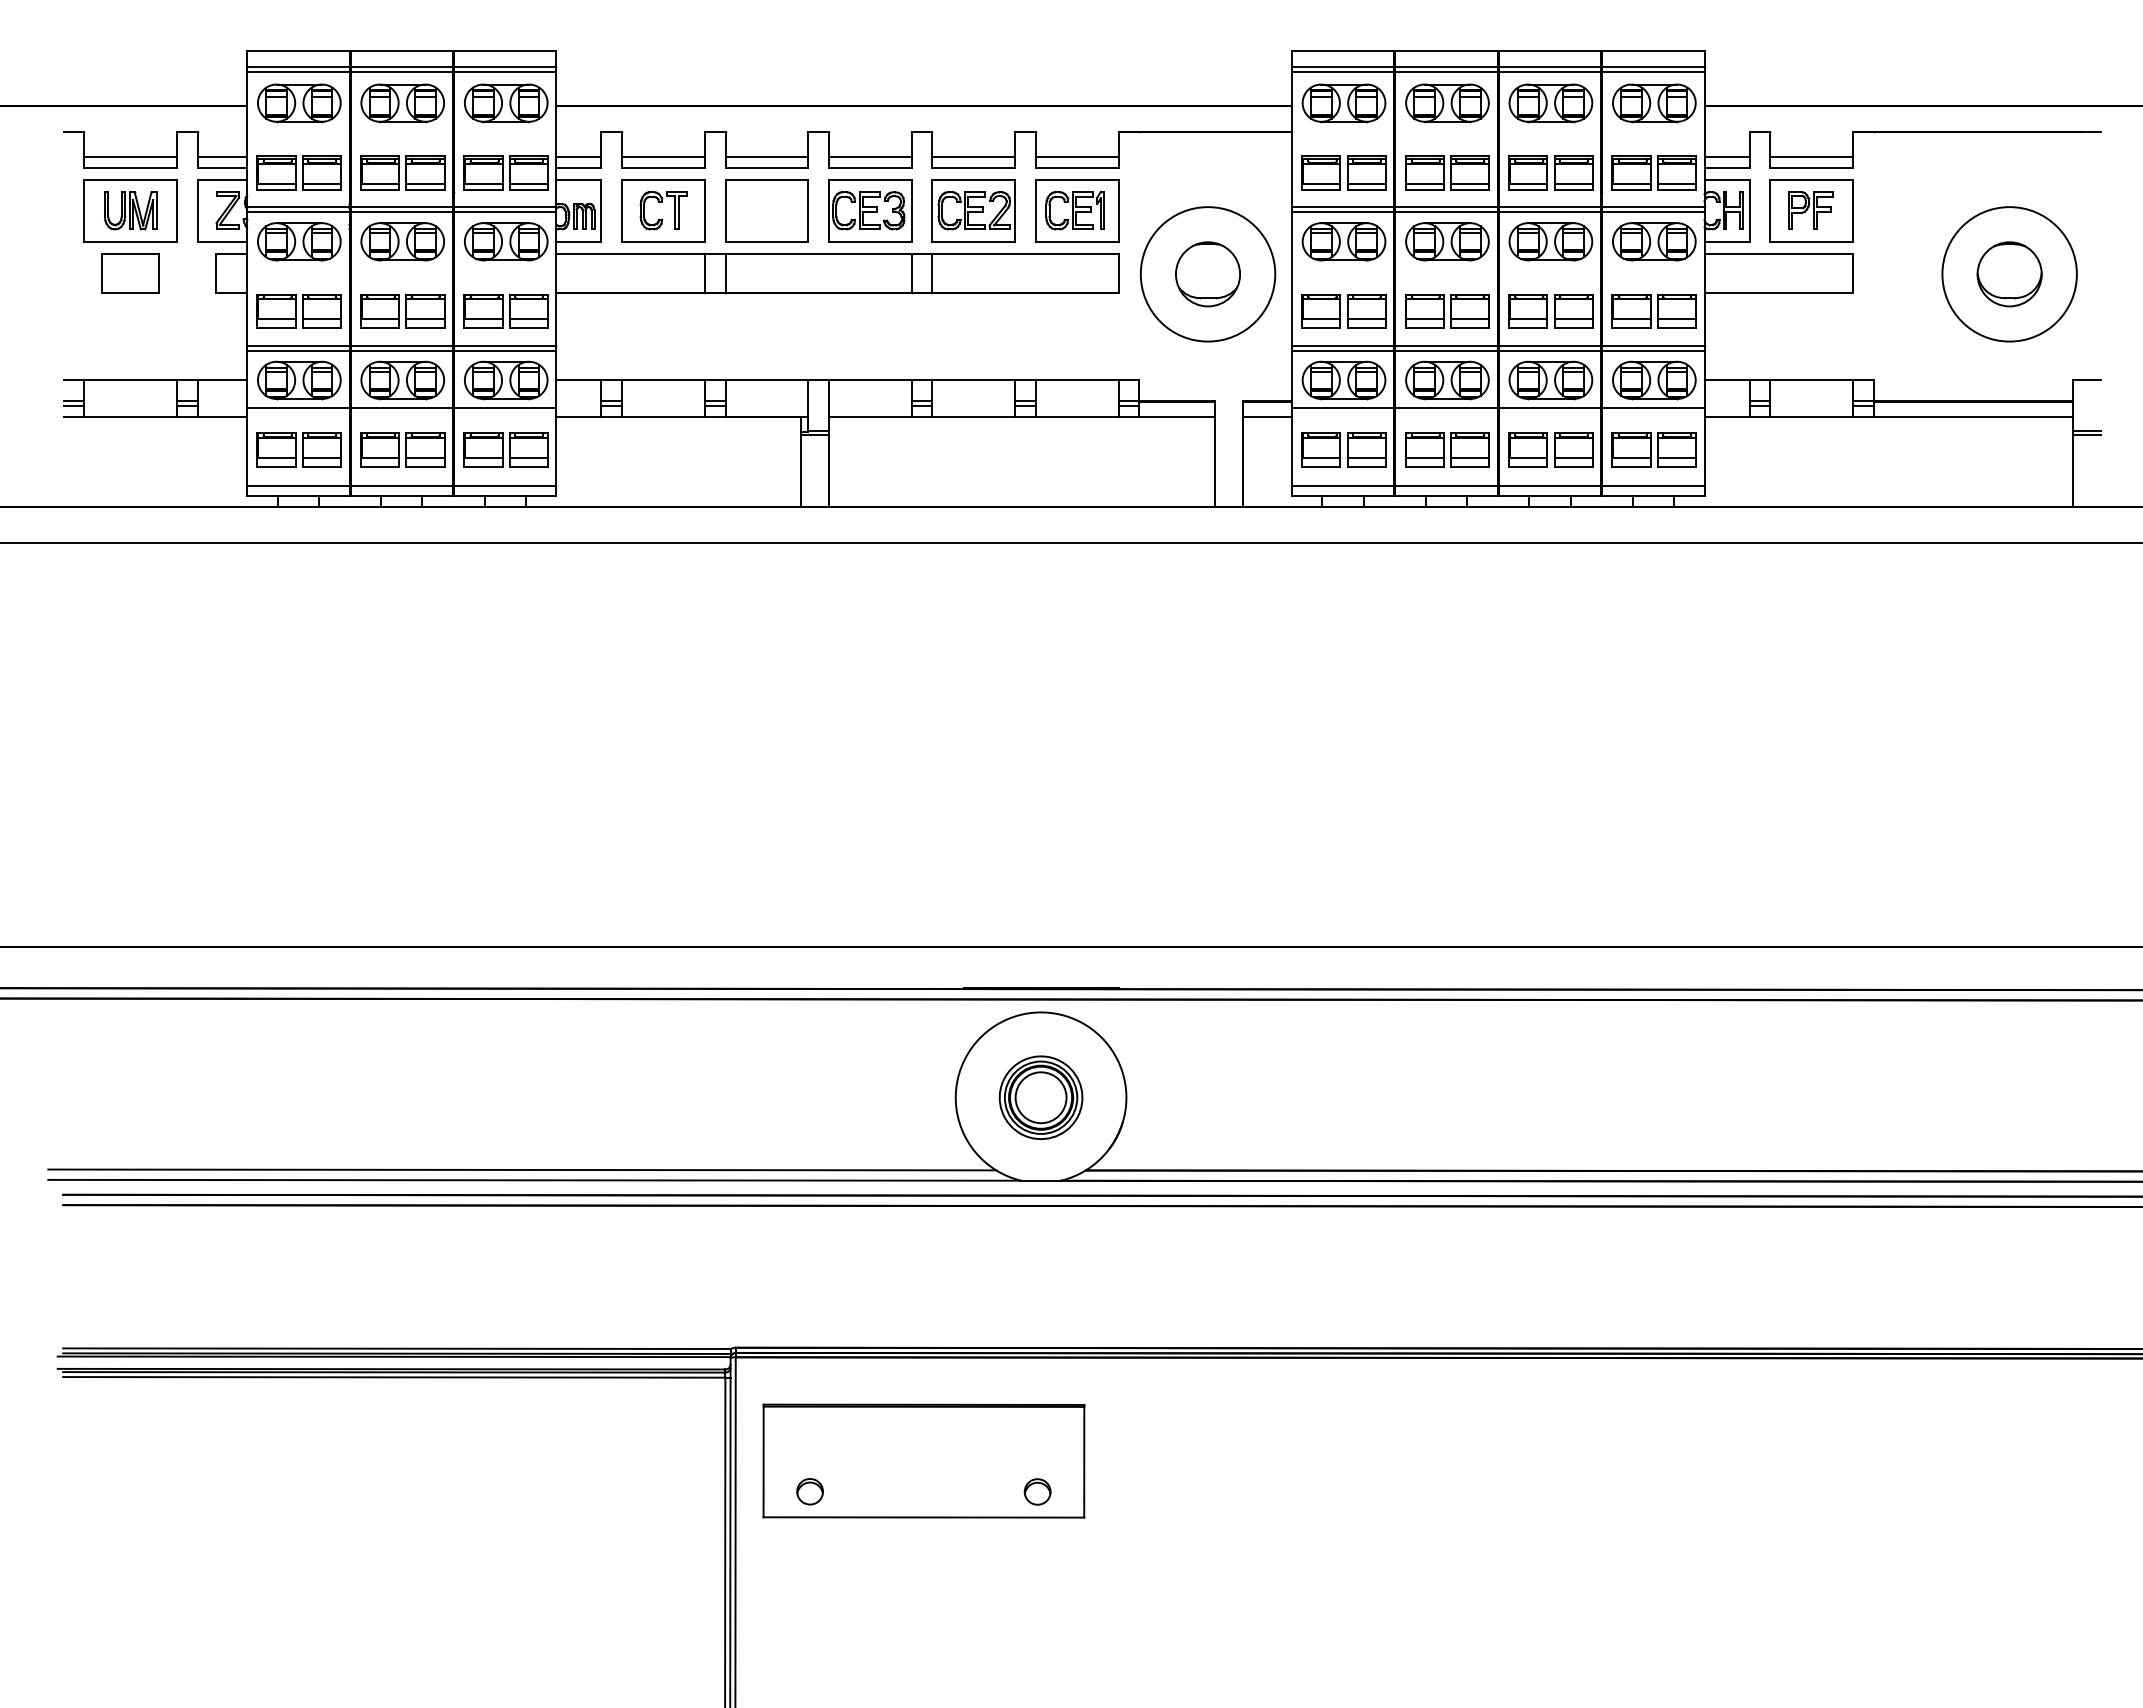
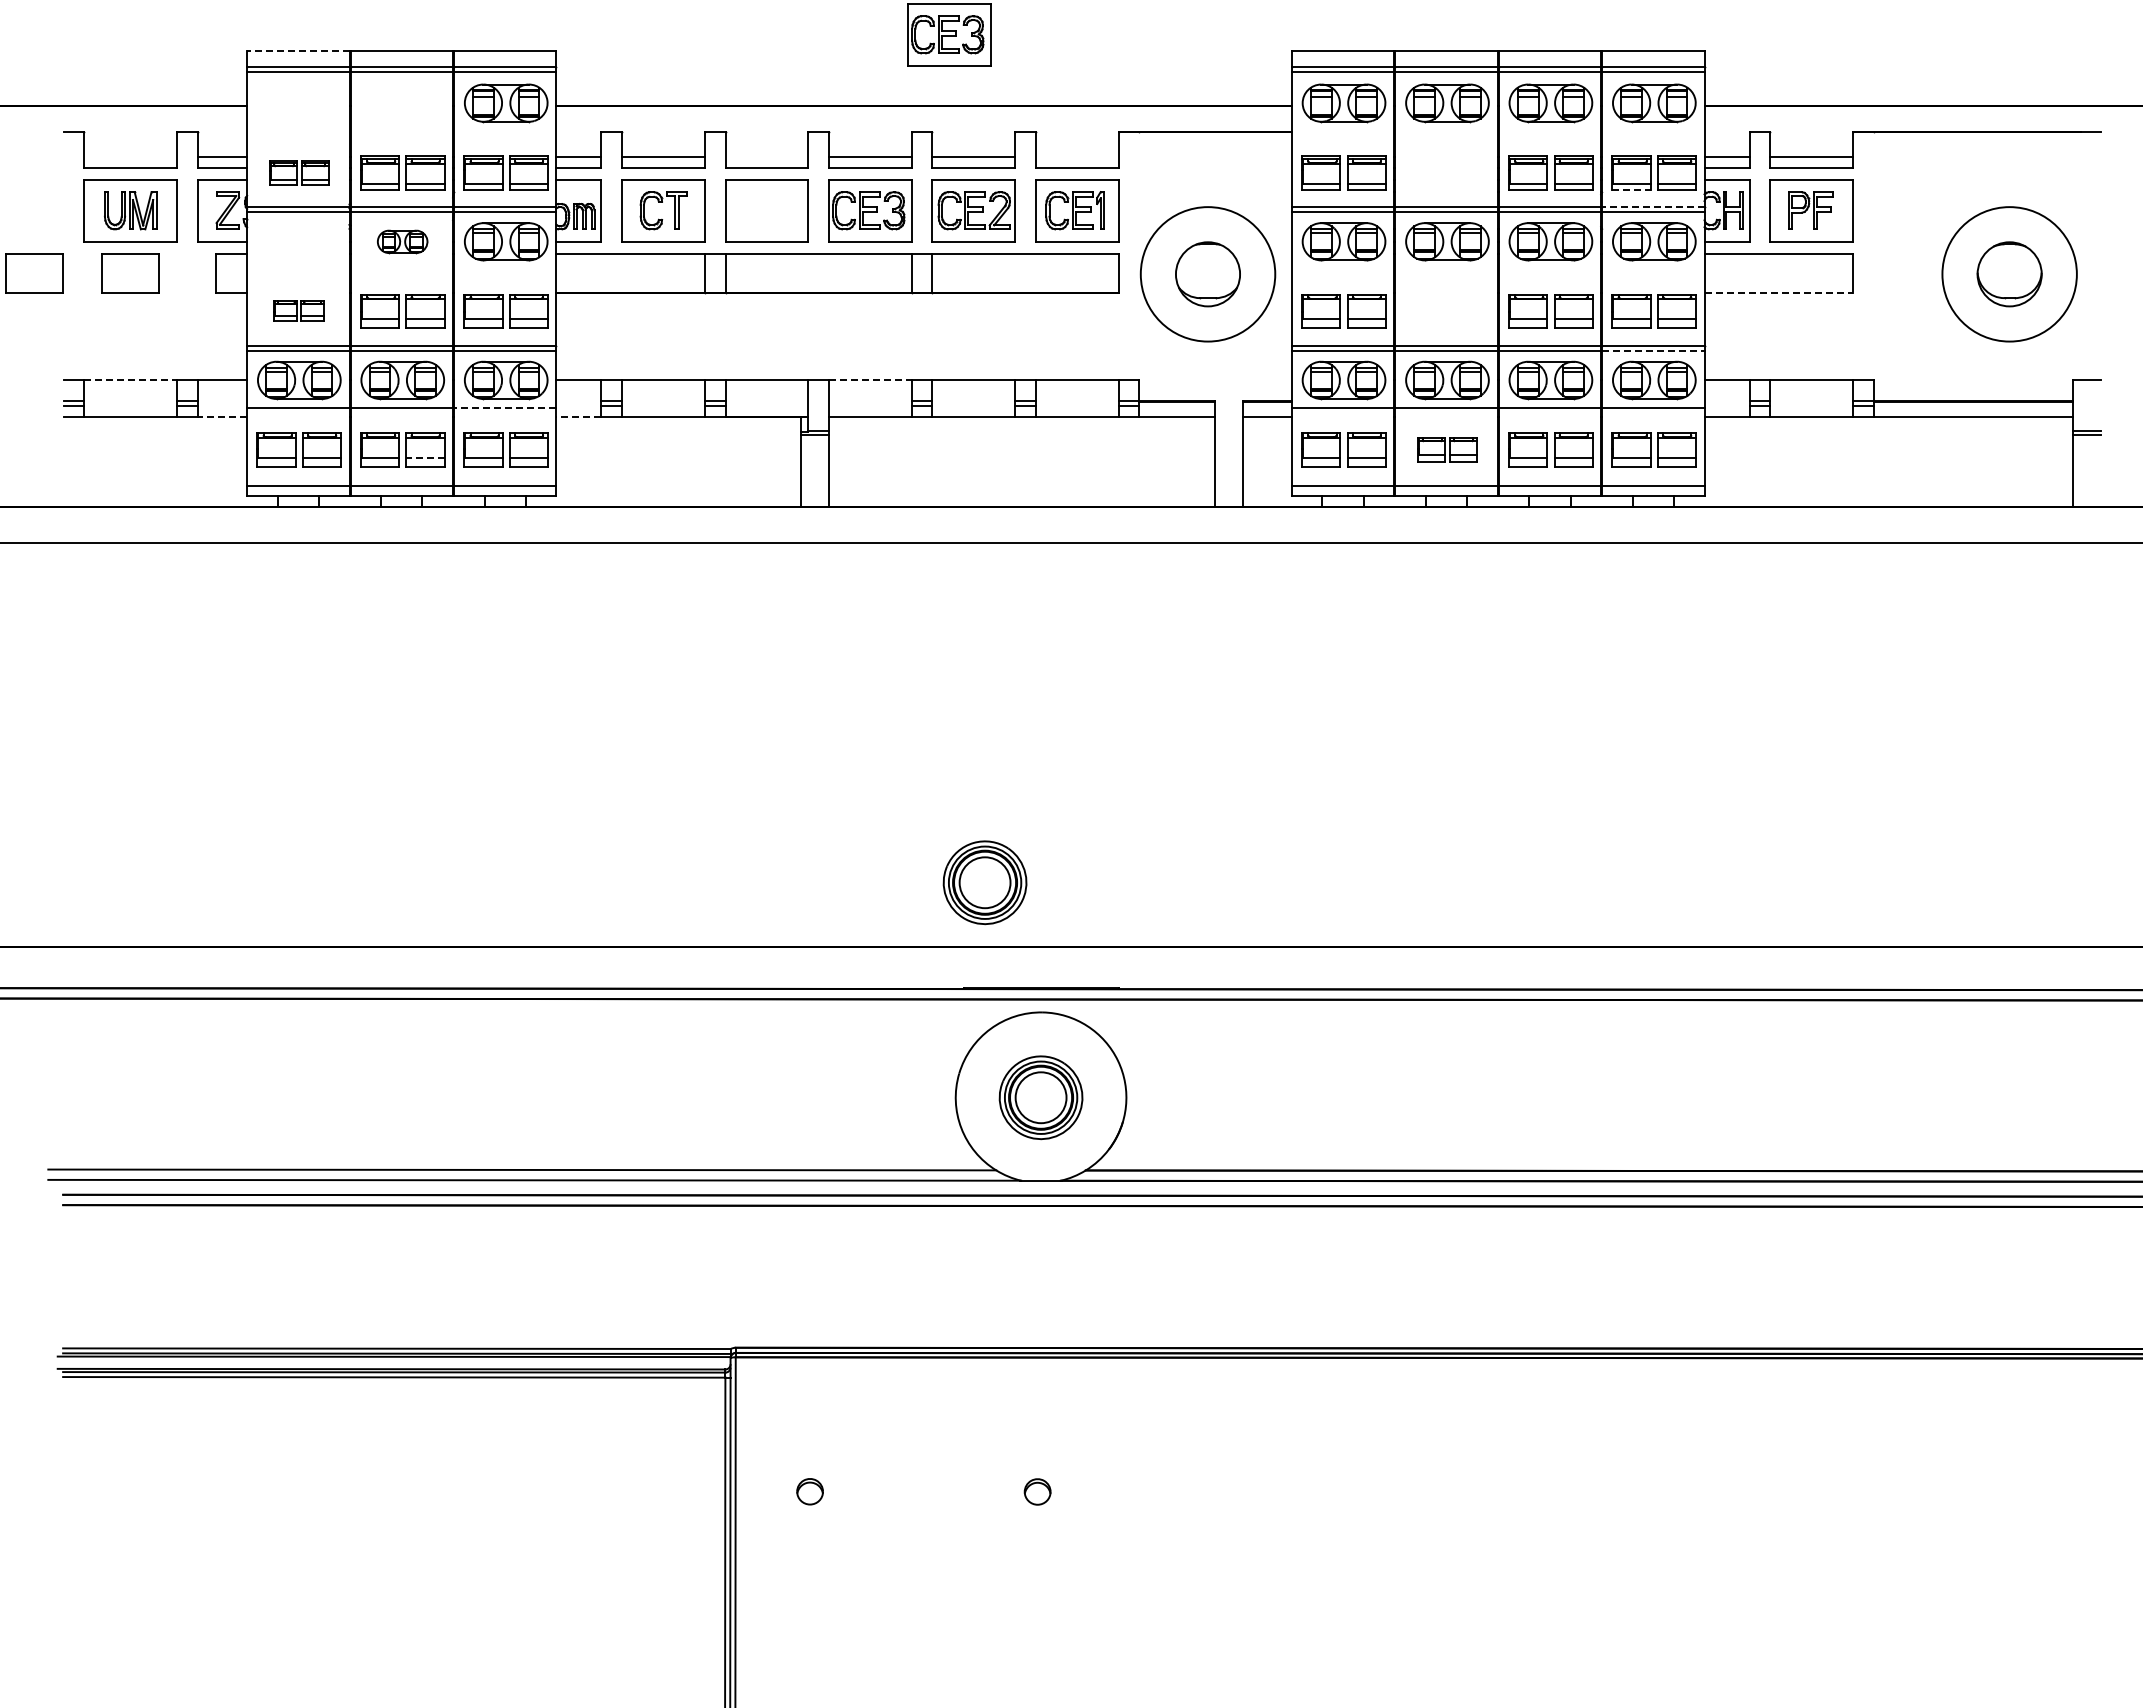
part at (949, 34): none -> present
line at (297, 51): solid -> dashed
part at (299, 103): present -> none
part at (402, 103): present -> none
line at (130, 157): present -> none
line at (766, 157): present -> none
line at (1076, 157): present -> none
part at (298, 172) size: 86x36 px -> 61x26 px
part at (1447, 172): present -> none
line at (1632, 189): solid -> dashed
line at (1652, 206): solid -> dashed
part at (299, 241): present -> none
part at (402, 241) size: 85x40 px -> 52x26 px
part at (34, 273): none -> present
line at (1779, 293): solid -> dashed
part at (298, 311) size: 86x35 px -> 52x22 px
part at (1447, 311): present -> none
line at (1653, 351): solid -> dashed
line at (130, 380): solid -> dashed
line at (870, 380): solid -> dashed
line at (504, 408): solid -> dashed
line at (222, 416): solid -> dashed
line at (578, 416): solid -> dashed
part at (1447, 449) size: 85x36 px -> 61x26 px
line at (425, 457): solid -> dashed
part at (984, 882): none -> present
part at (923, 1460): present -> none
